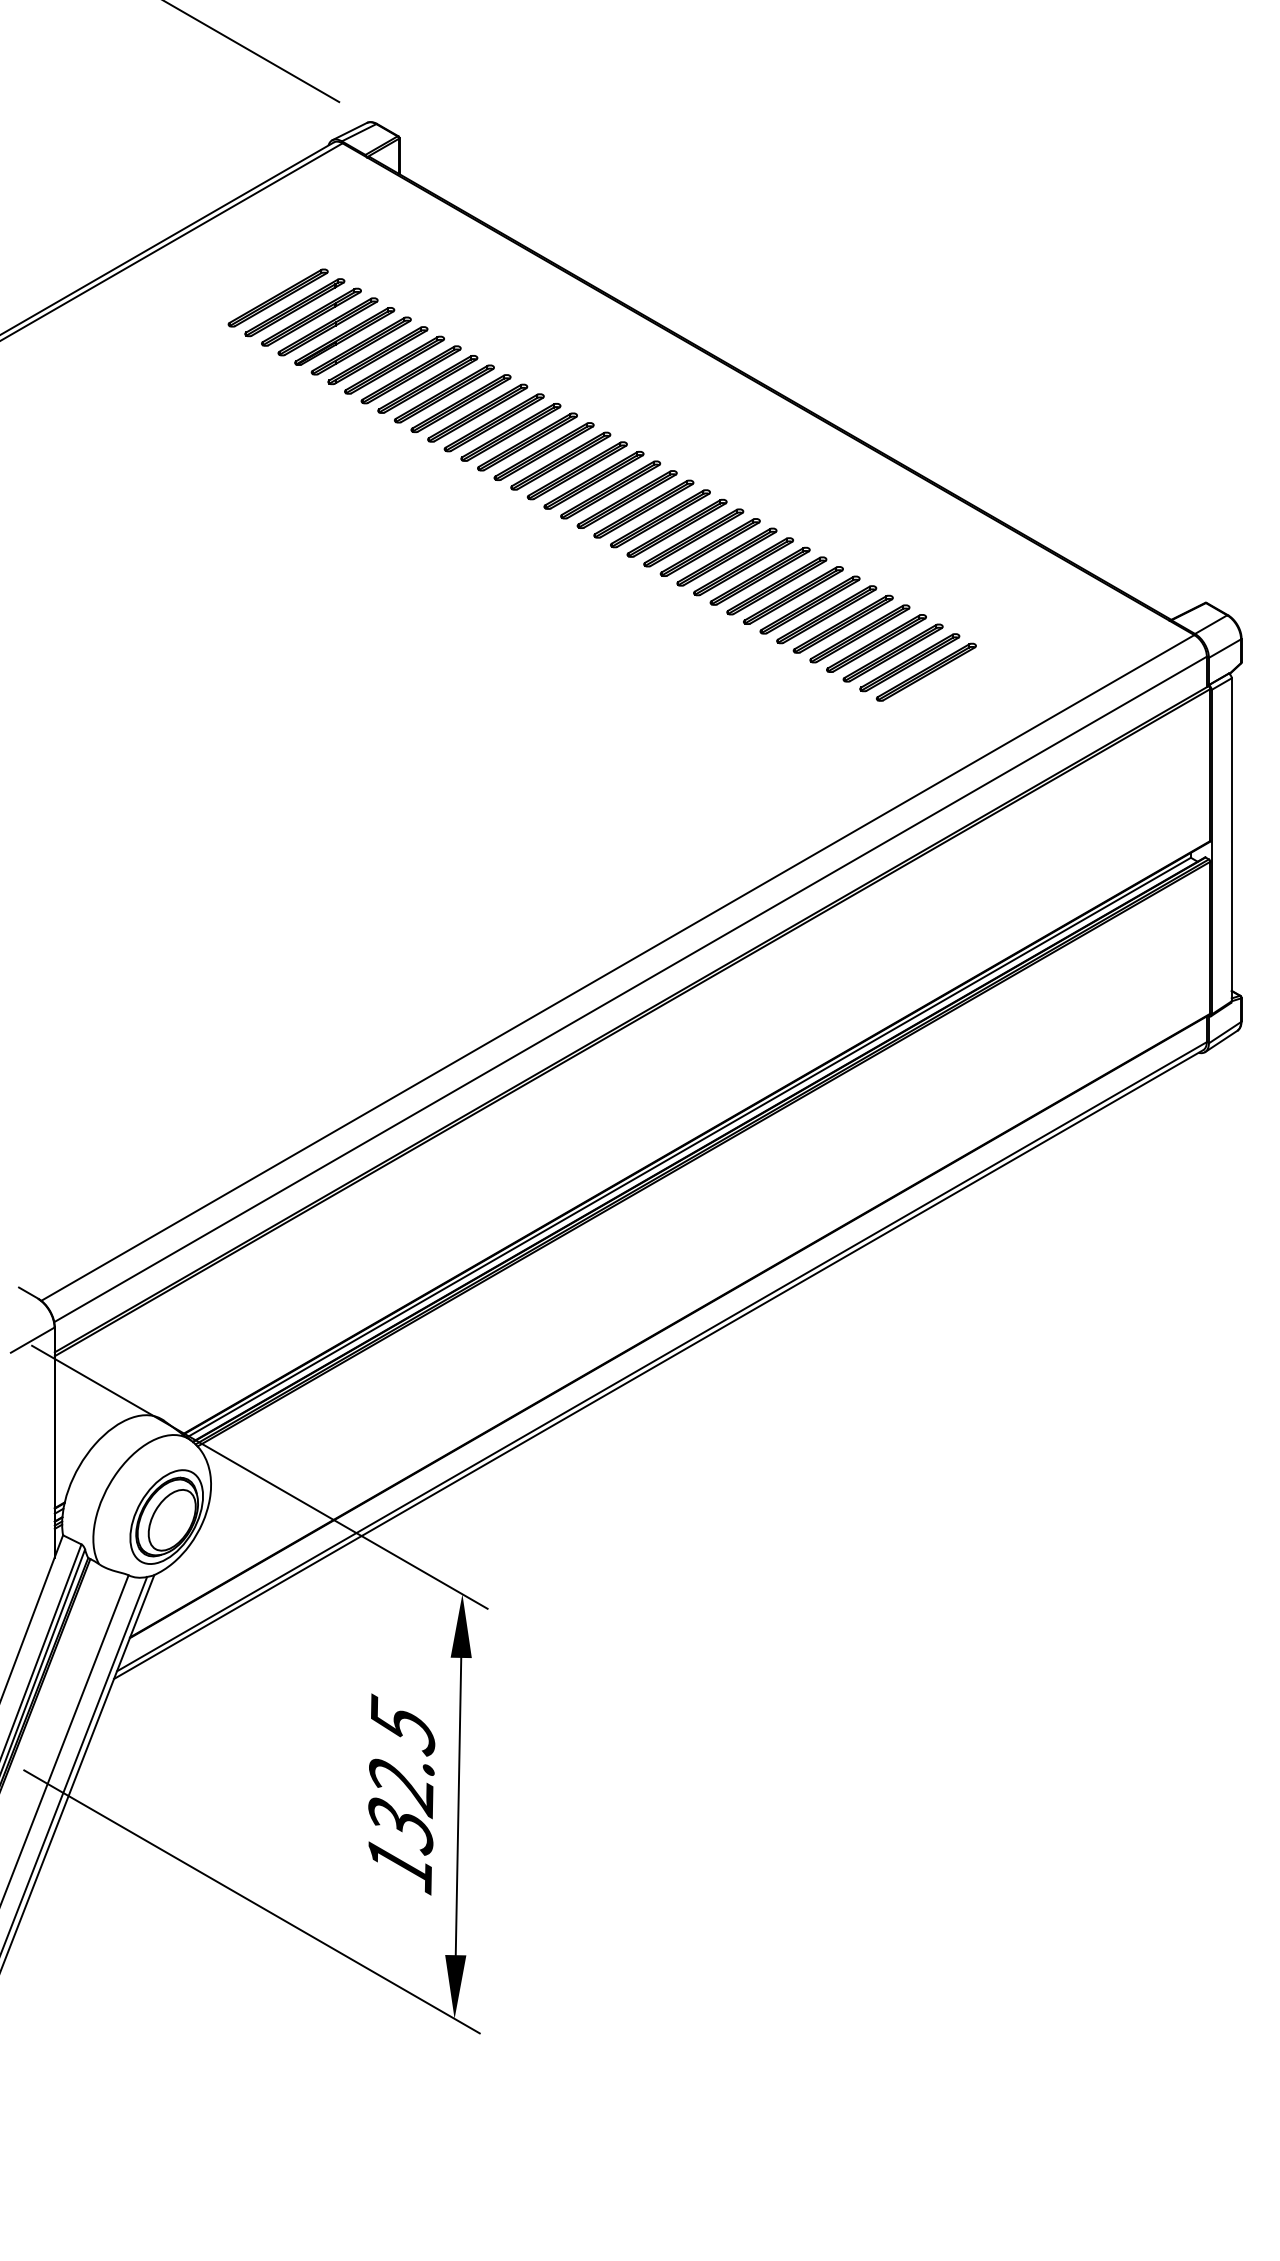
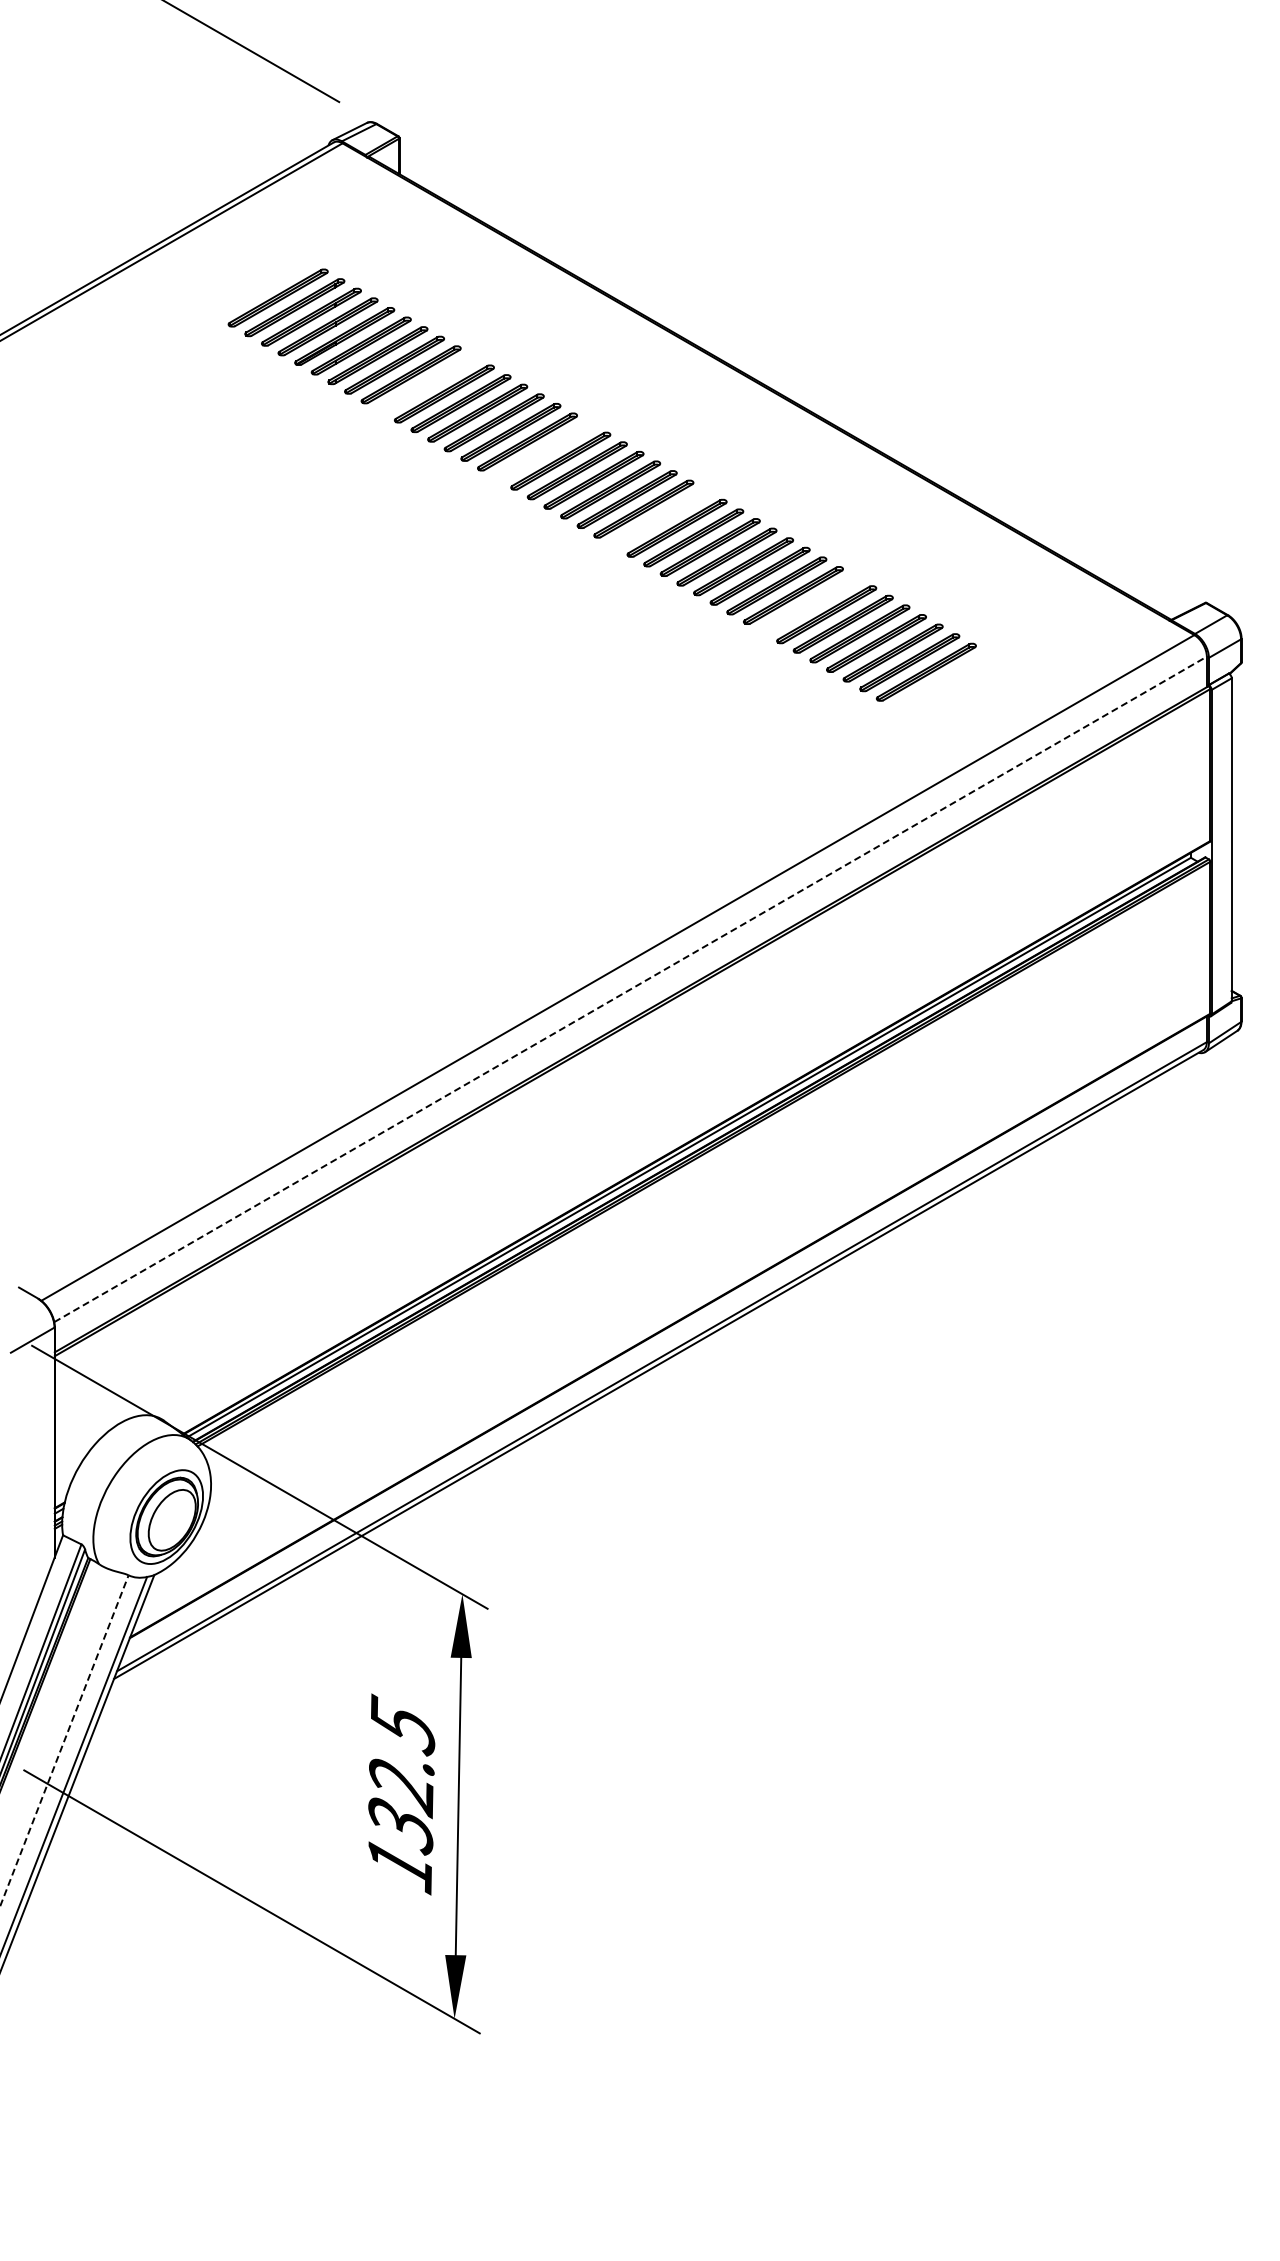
part at (427, 384): present -> none
part at (543, 451): present -> none
part at (660, 518): present -> none
part at (809, 604): present -> none
line at (631, 989): solid -> dashed
line at (64, 1740): solid -> dashed
